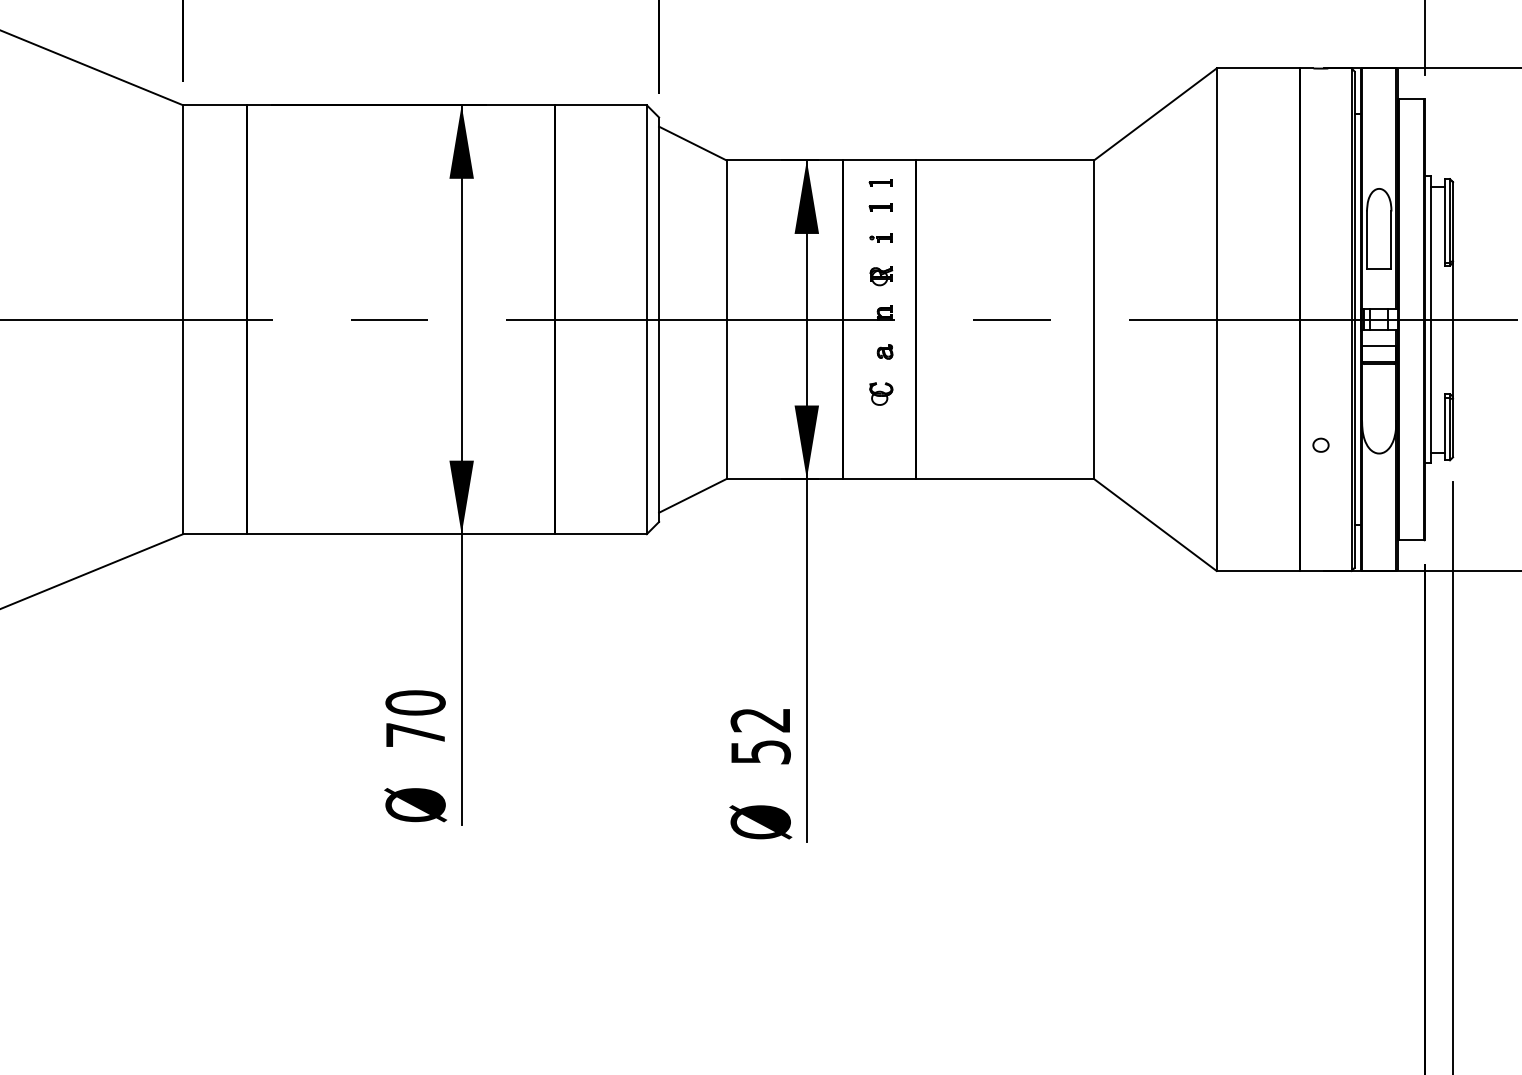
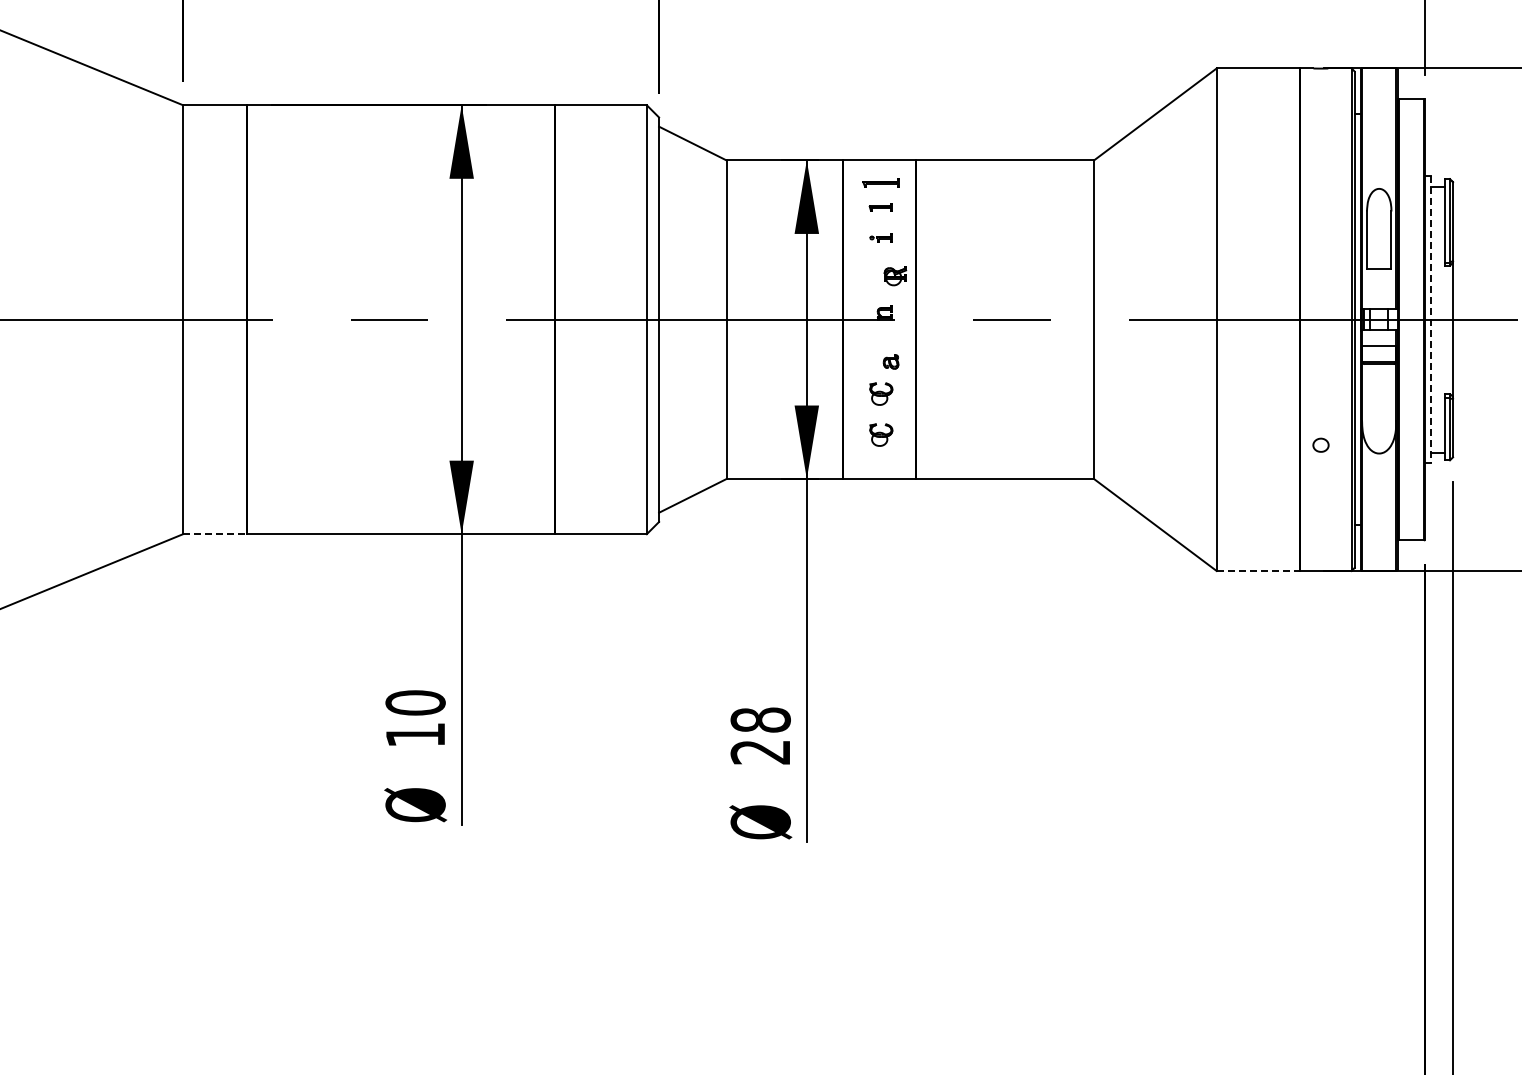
part at (880, 182) size: 25x8 px -> 38x10 px
part at (881, 276) position: (881, 276) -> (895, 276)
line at (1431, 319): solid -> dashed
part at (884, 351) position: (884, 351) -> (890, 361)
part at (881, 434): none -> present
line at (215, 534): solid -> dashed
line at (1258, 570): solid -> dashed
text at (415, 734): 70 -> 10
text at (760, 735): 52 -> 28
